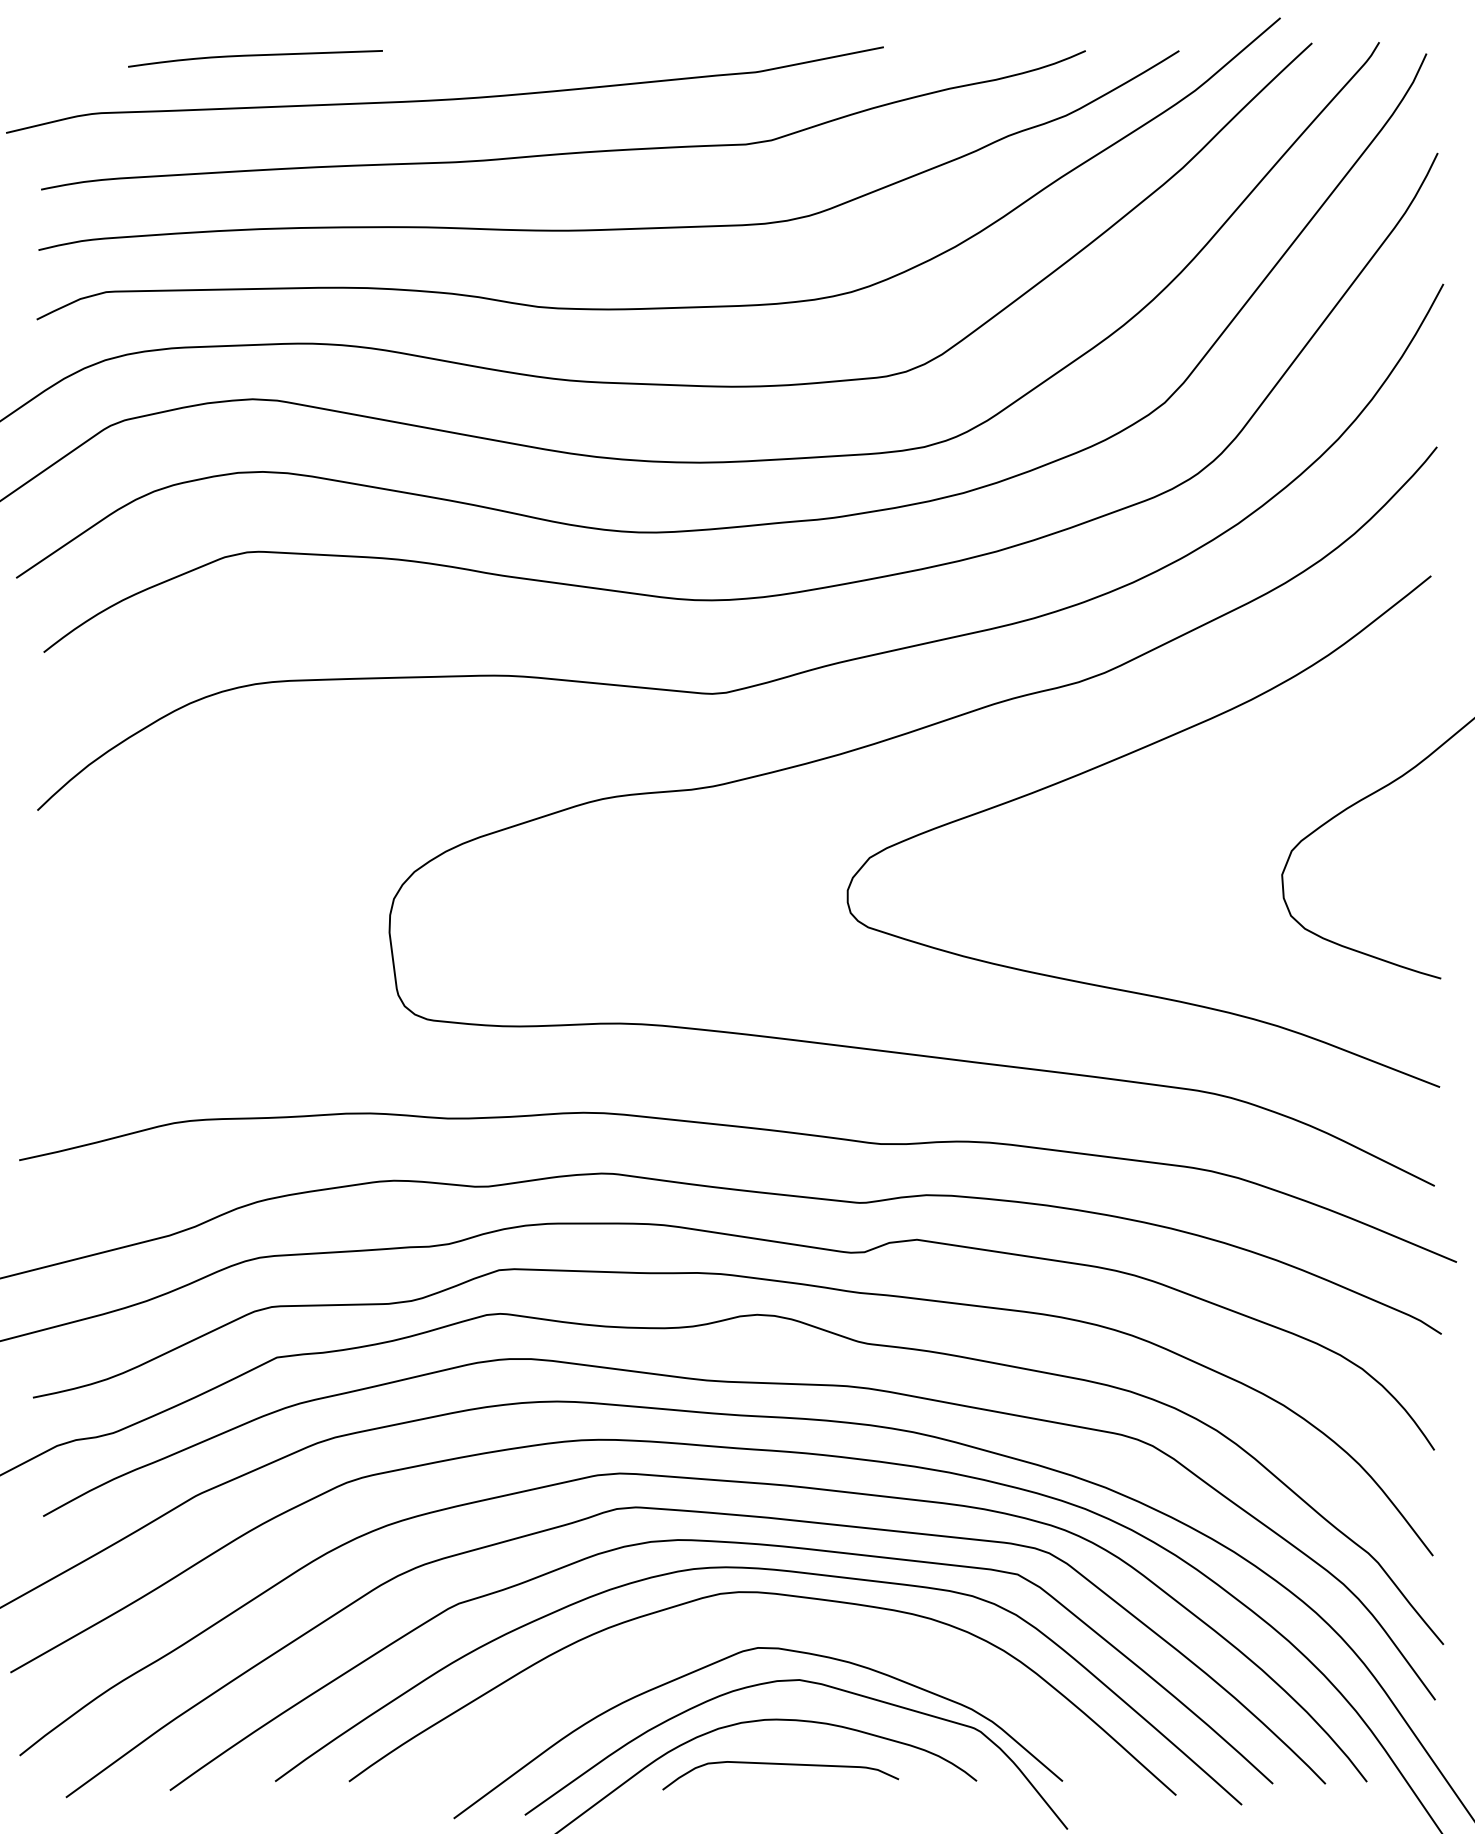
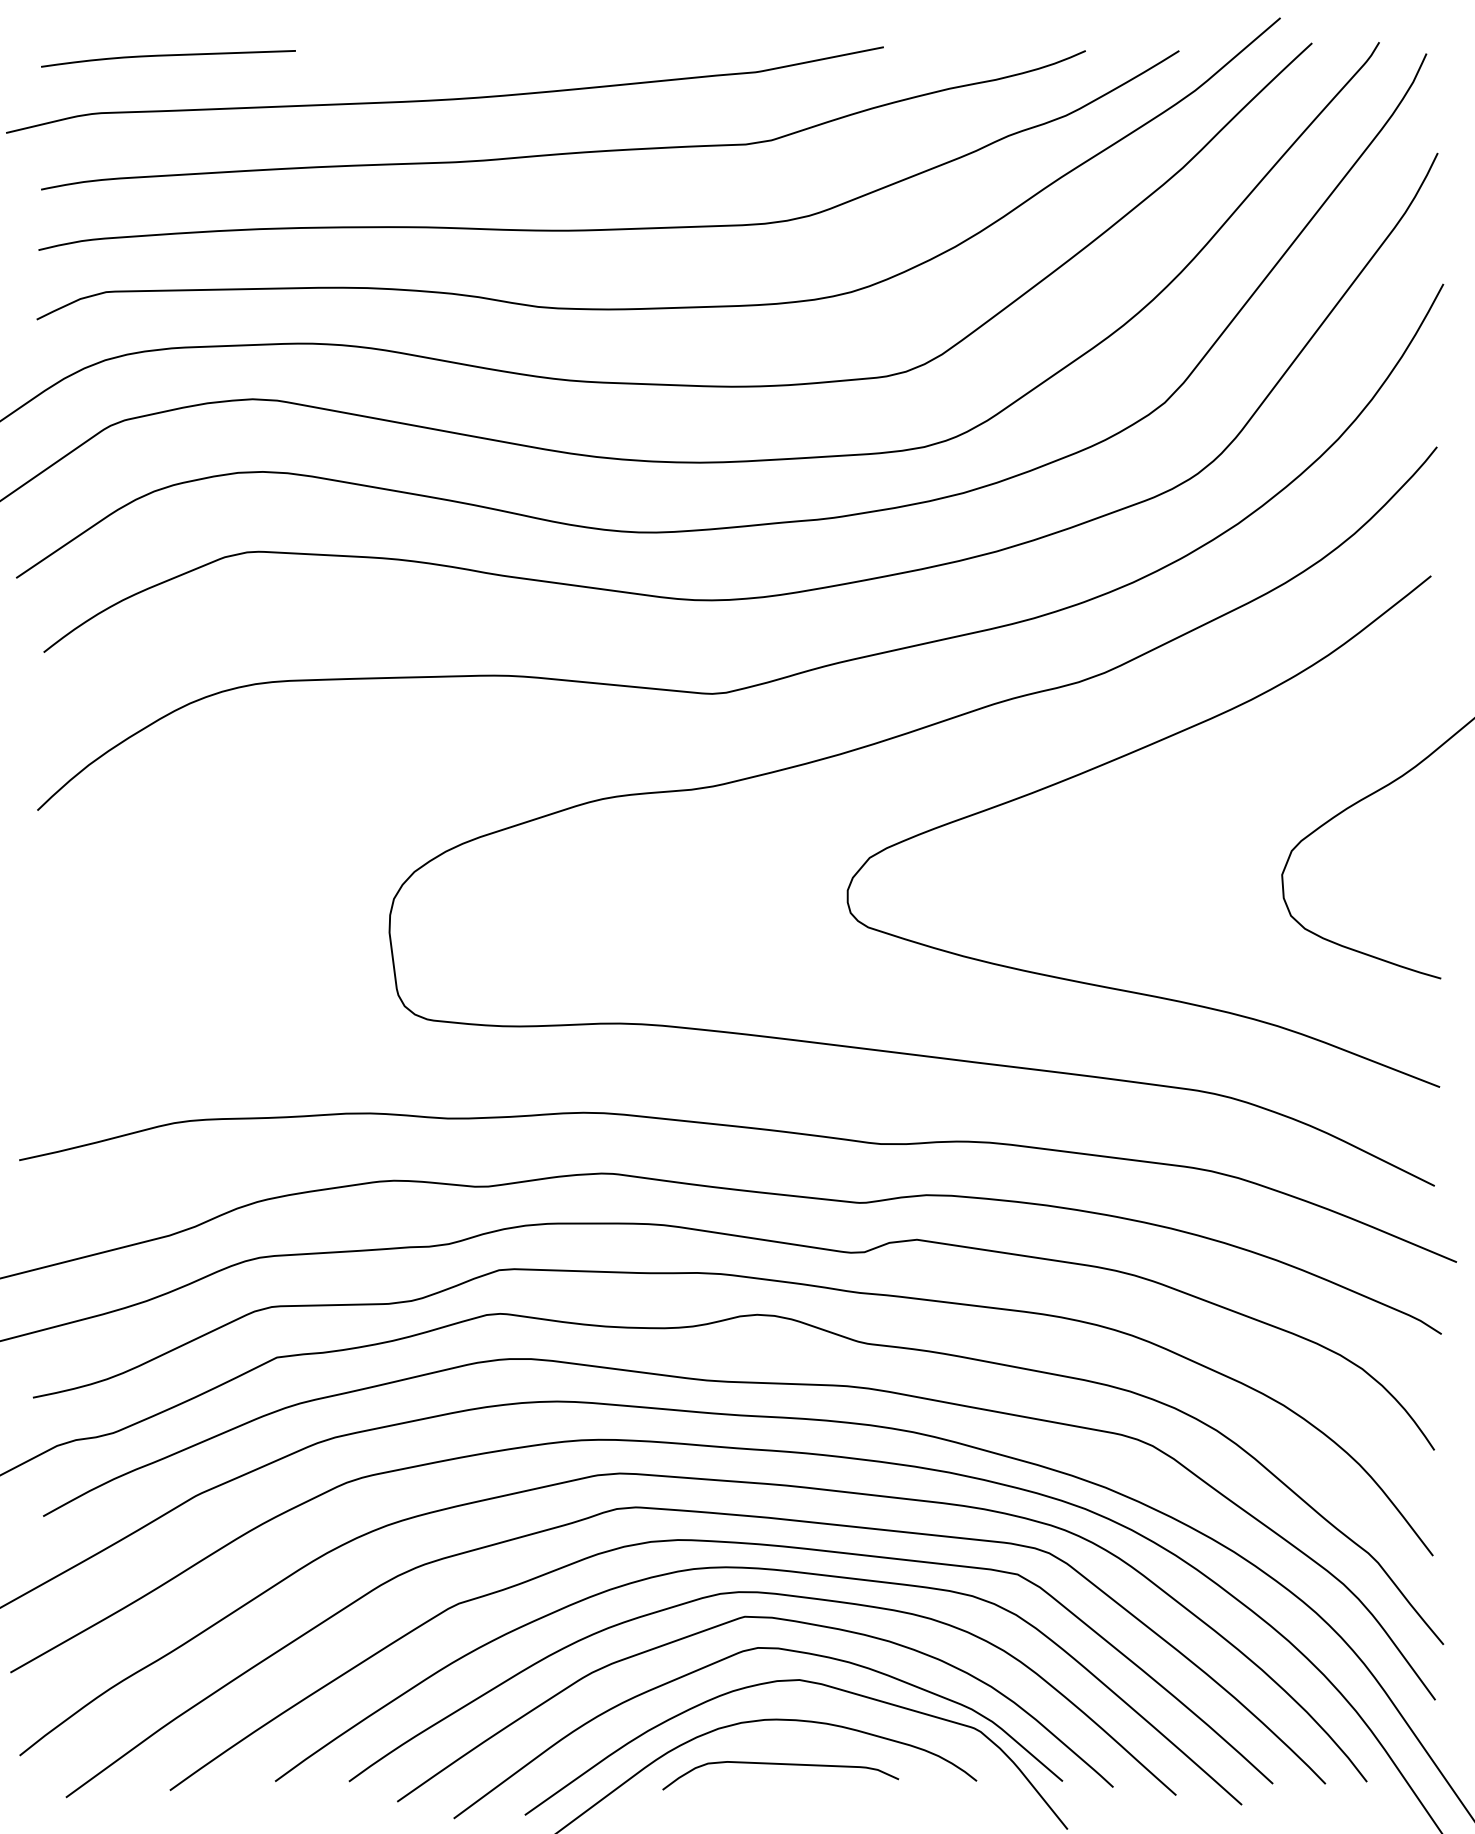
curve at (255, 56) position: (255, 56) -> (168, 56)
curve at (728, 1623): none -> present
